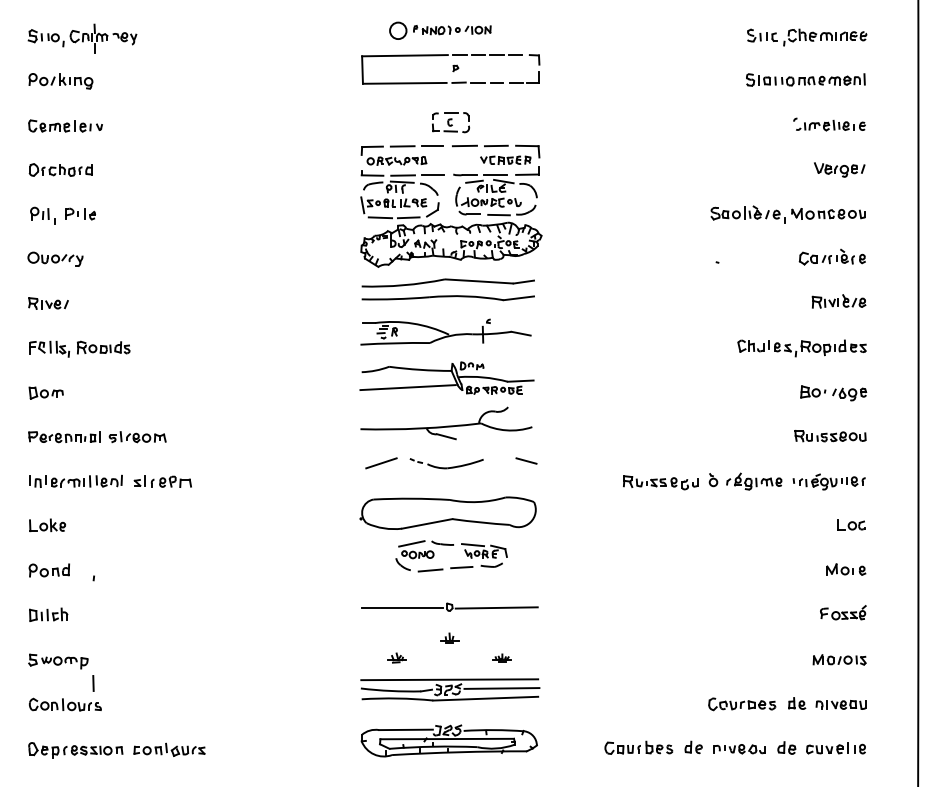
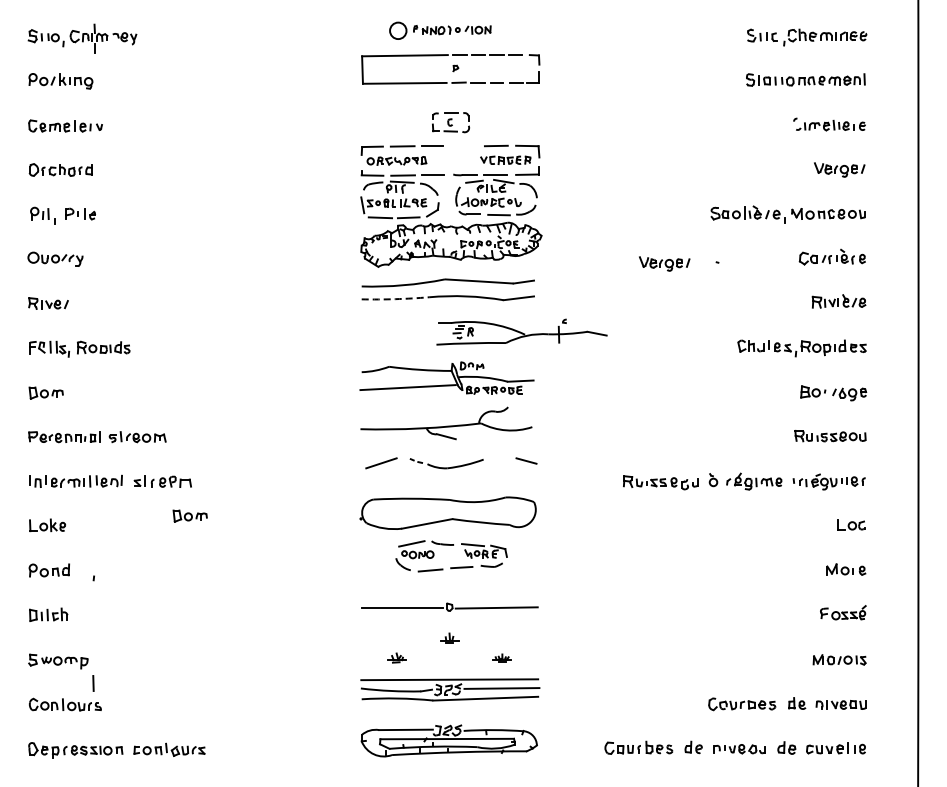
line at (464, 145): present -> none
part at (664, 263): none -> present
arc at (395, 299): solid -> dashed
part at (445, 331) position: (445, 331) -> (521, 331)
part at (189, 515): none -> present
